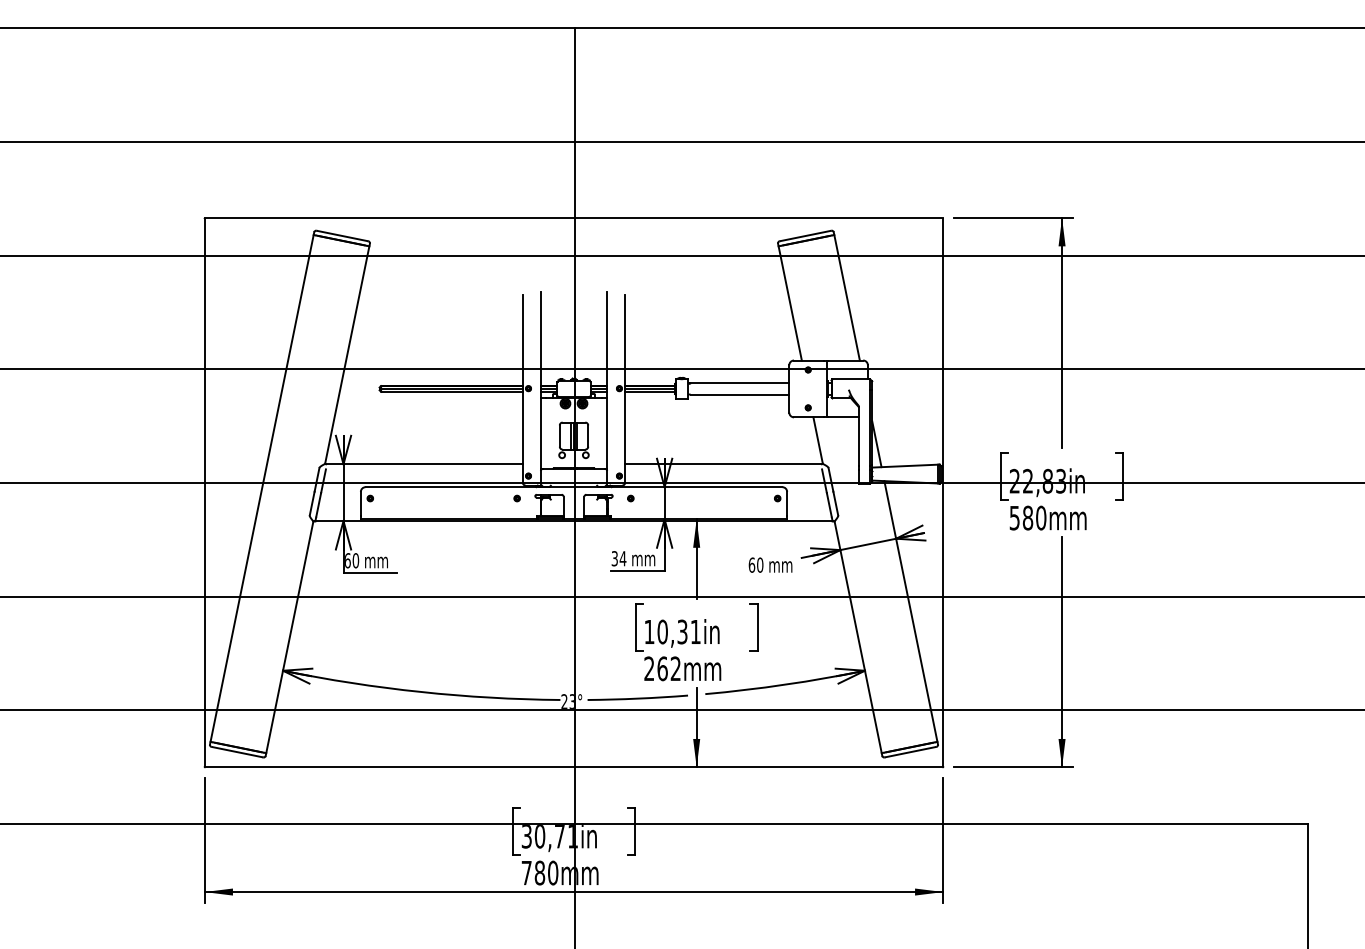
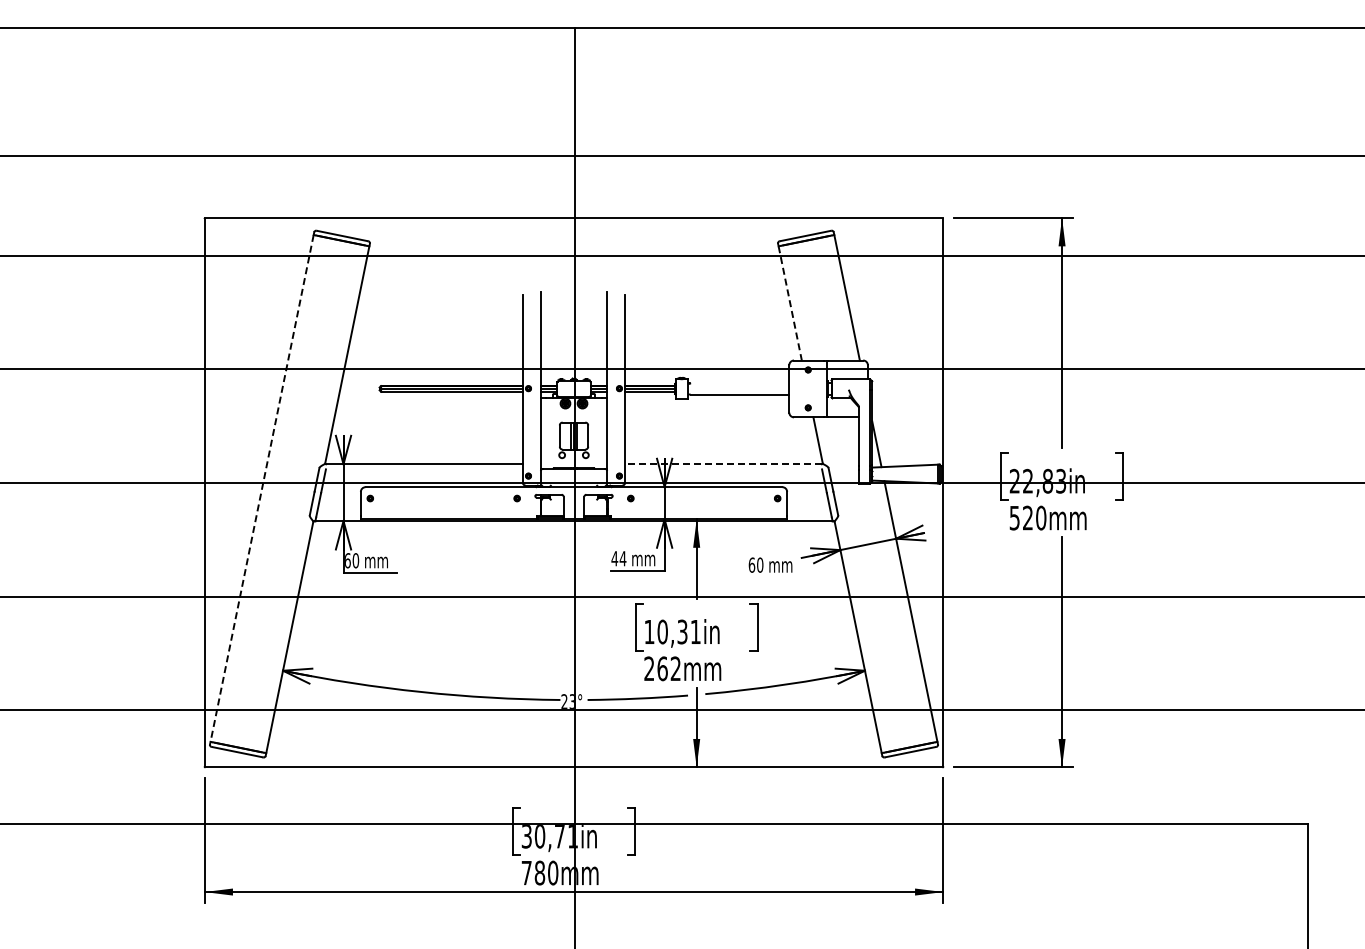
line at (681, 142) position: (681, 142) -> (681, 156)
line at (790, 303): solid -> dashed
line at (739, 383): present -> none
line at (723, 464): solid -> dashed
line at (262, 488): solid -> dashed
text at (1027, 517): 580mm -> 520mm
text at (614, 558): 34 -> 44
